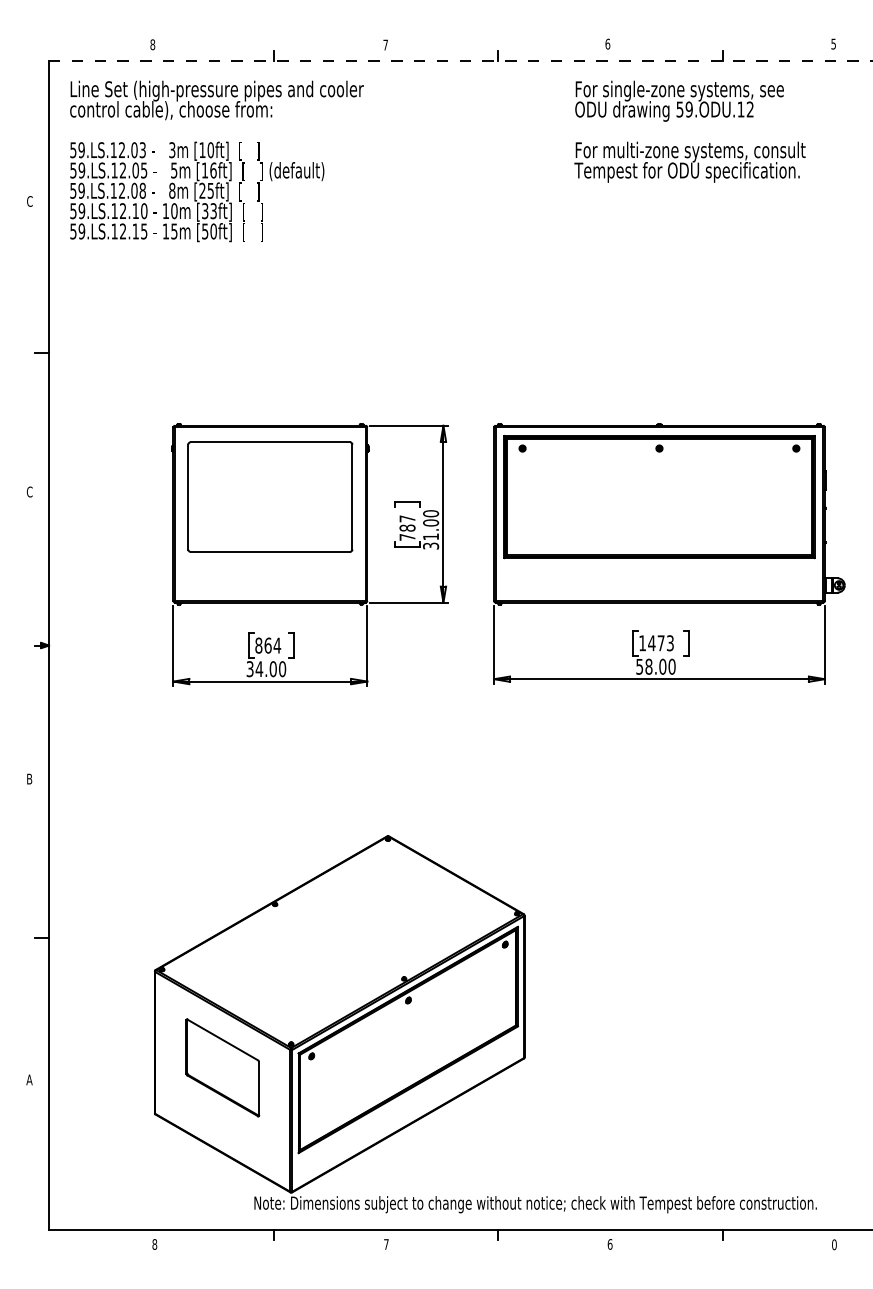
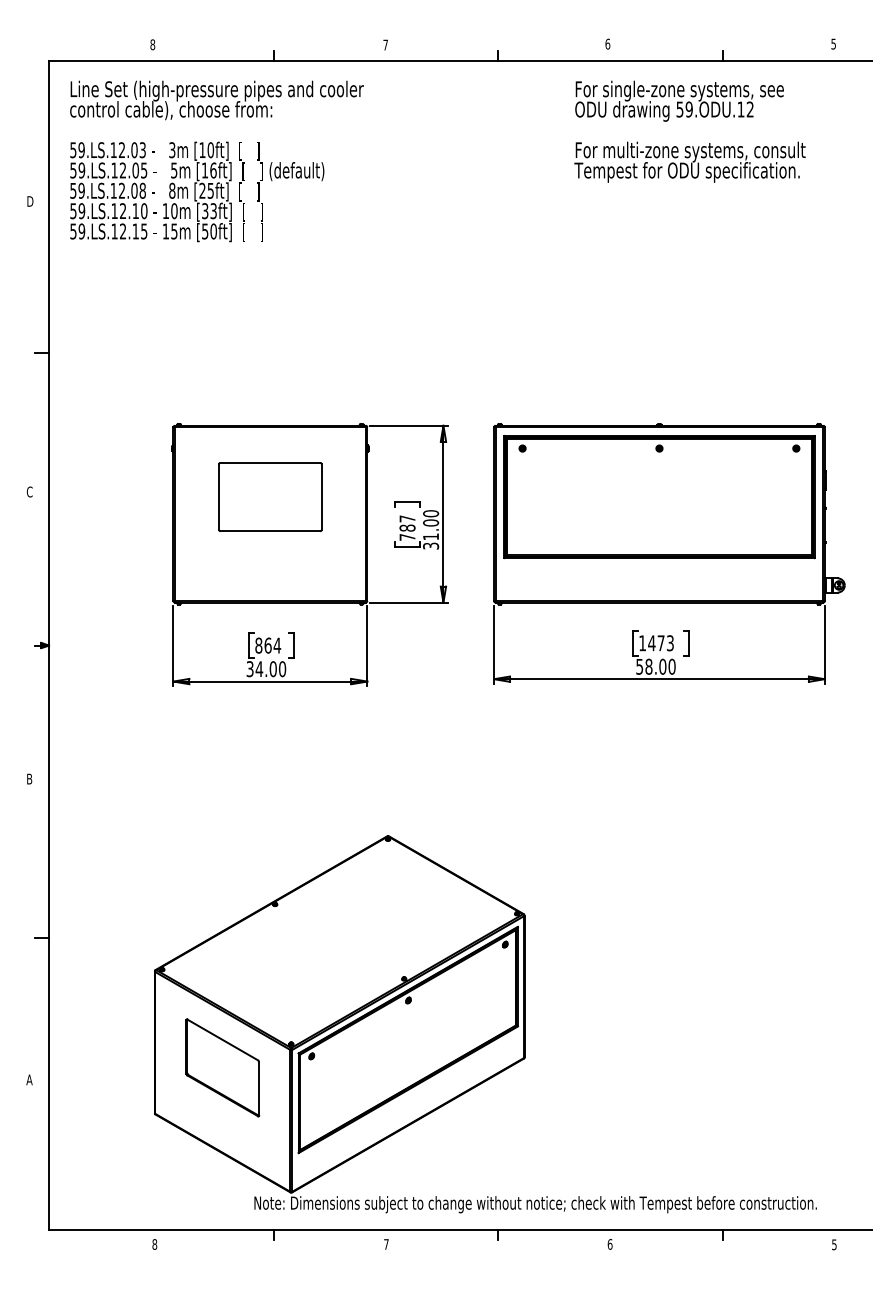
line at (460, 61): dashed -> solid
text at (30, 201): C -> D
part at (270, 496) size: 167x112 px -> 105x70 px
text at (834, 1244): 0 -> 5
